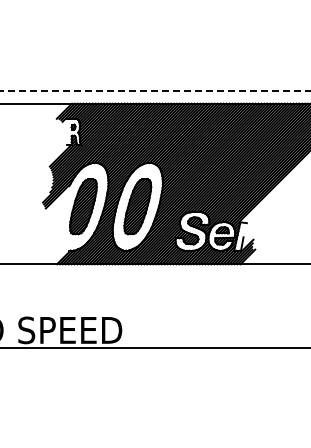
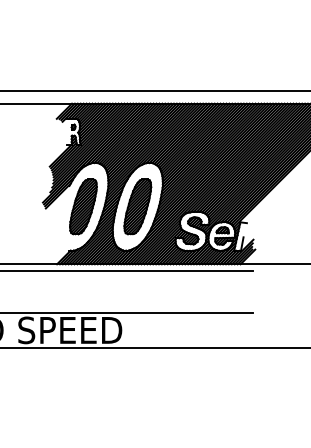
line at (155, 91): dashed -> solid
line at (127, 270): none -> present
line at (127, 312): none -> present
